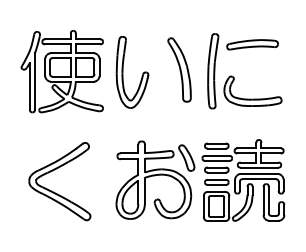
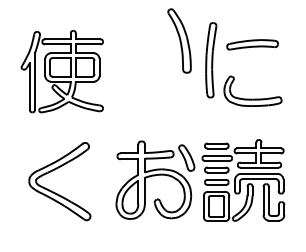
part at (179, 69) position: (179, 69) -> (179, 40)
part at (213, 71) position: (213, 71) -> (211, 60)
part at (123, 72): present -> none
